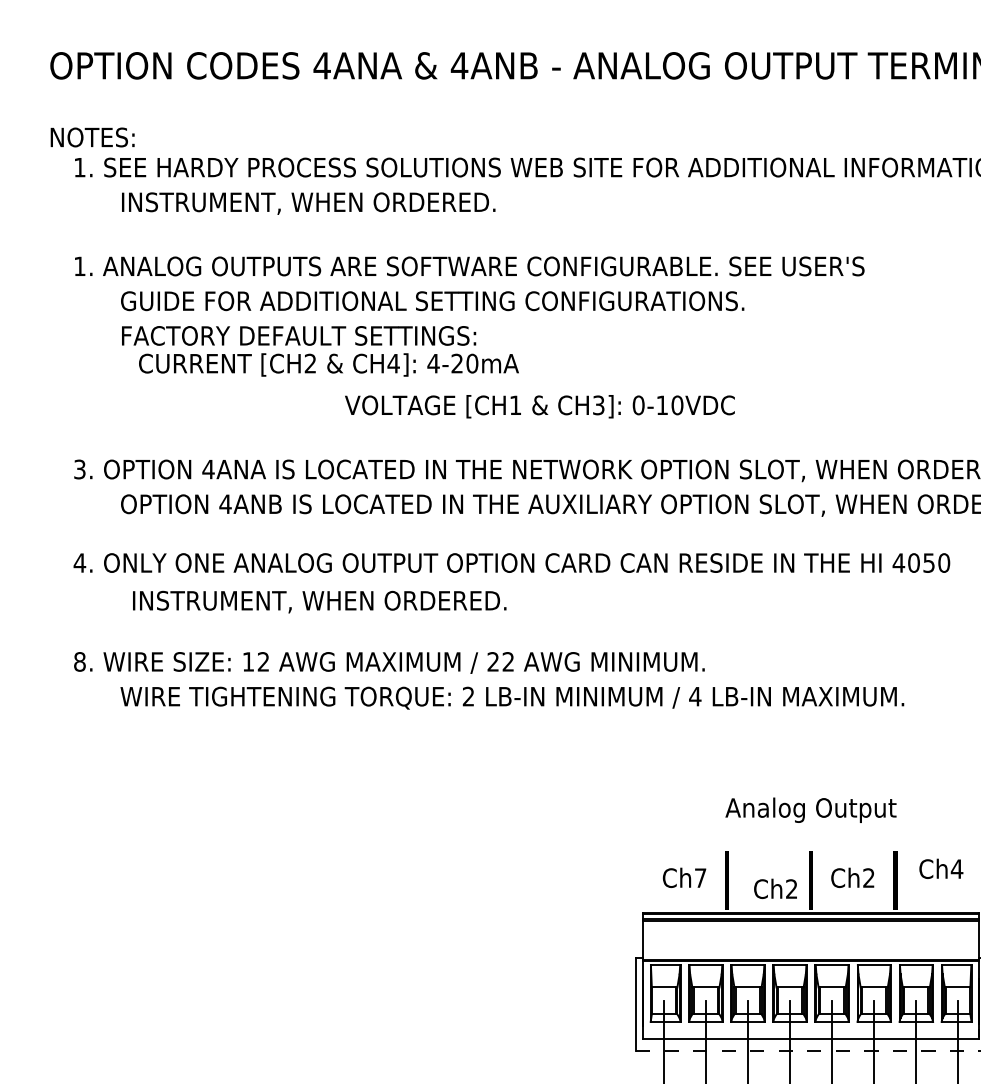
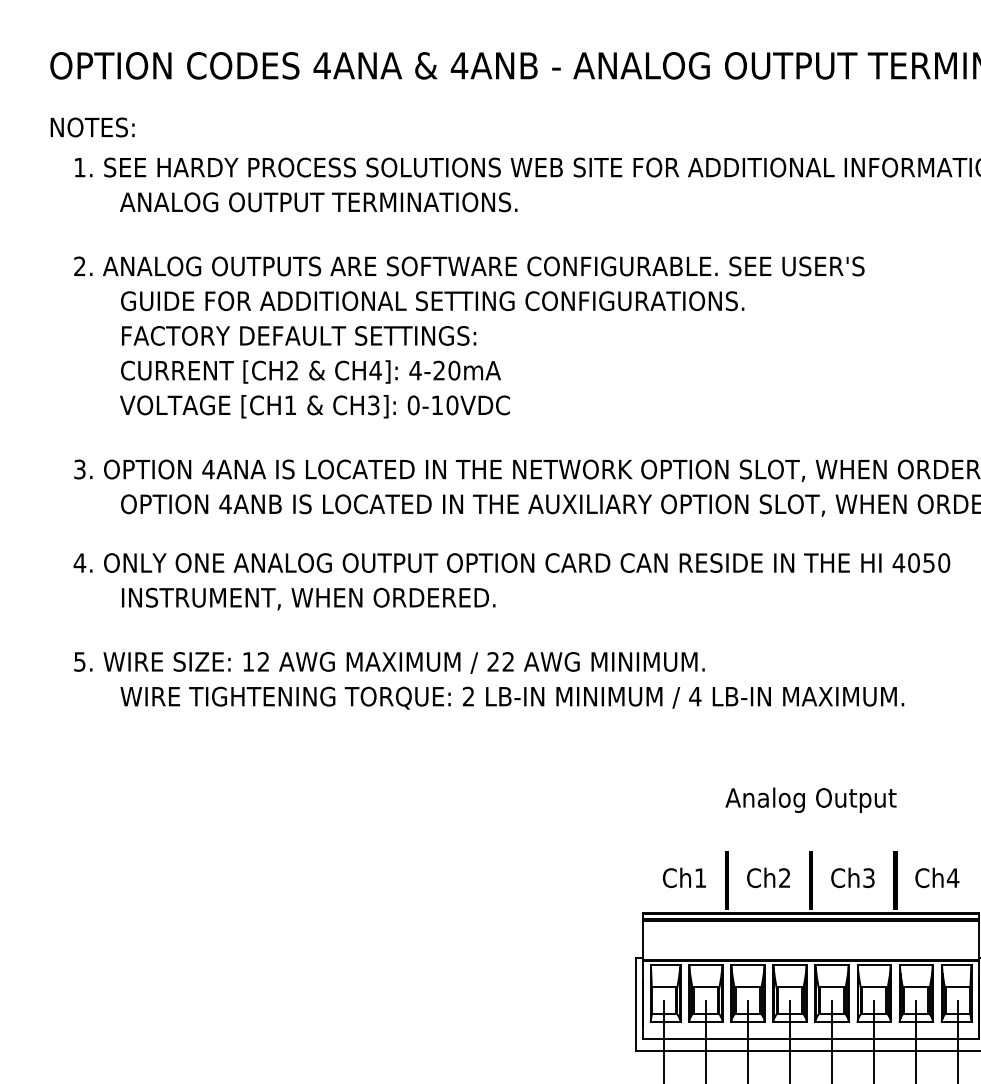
text at (92, 137) position: (92, 137) -> (92, 127)
text at (318, 203): INSTRUMENT, WHEN ORDERED. -> ANALOG OUTPUT TERMINATIONS.
text at (79, 265): 1. -> 2.
text at (328, 364) position: (328, 364) -> (310, 371)
text at (539, 406) position: (539, 406) -> (314, 406)
text at (319, 601) position: (319, 601) -> (308, 598)
text at (79, 661): 8. -> 5.
text at (810, 809) position: (810, 809) -> (810, 799)
text at (941, 868) position: (941, 868) -> (937, 877)
text at (700, 877): Ch7 -> Ch1
text at (868, 878): Ch2 -> Ch3
text at (775, 888) position: (775, 888) -> (768, 877)
line at (808, 1050): dashed -> solid
